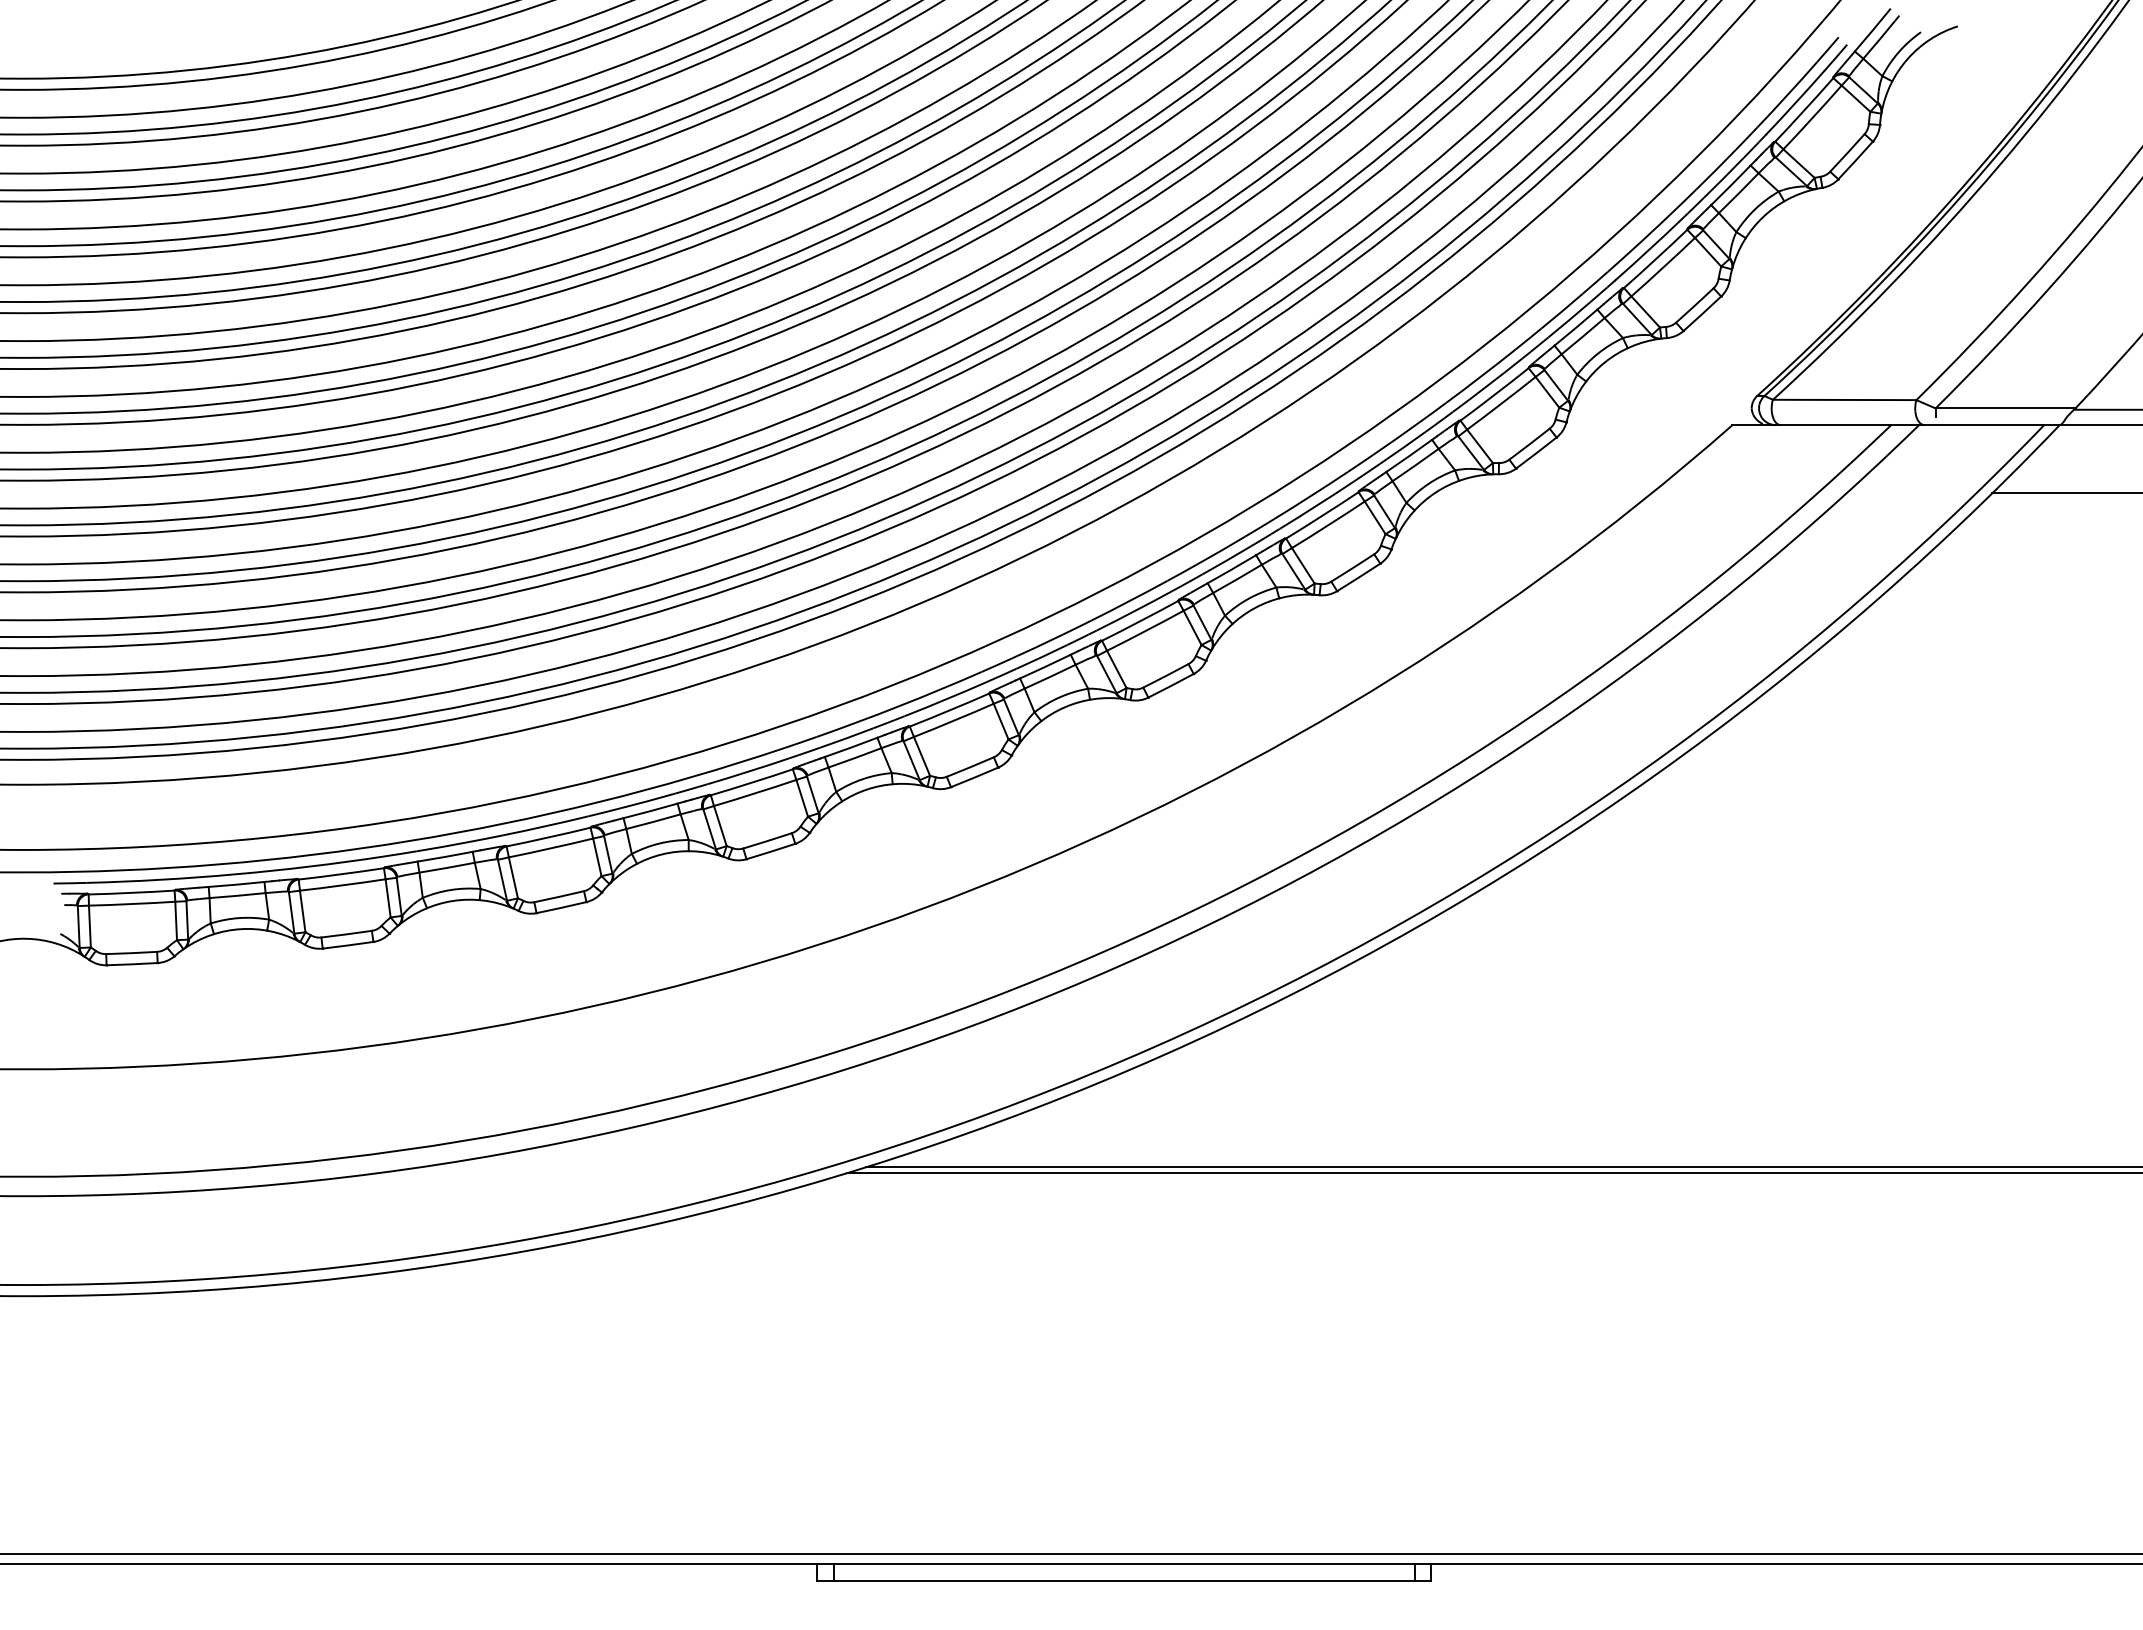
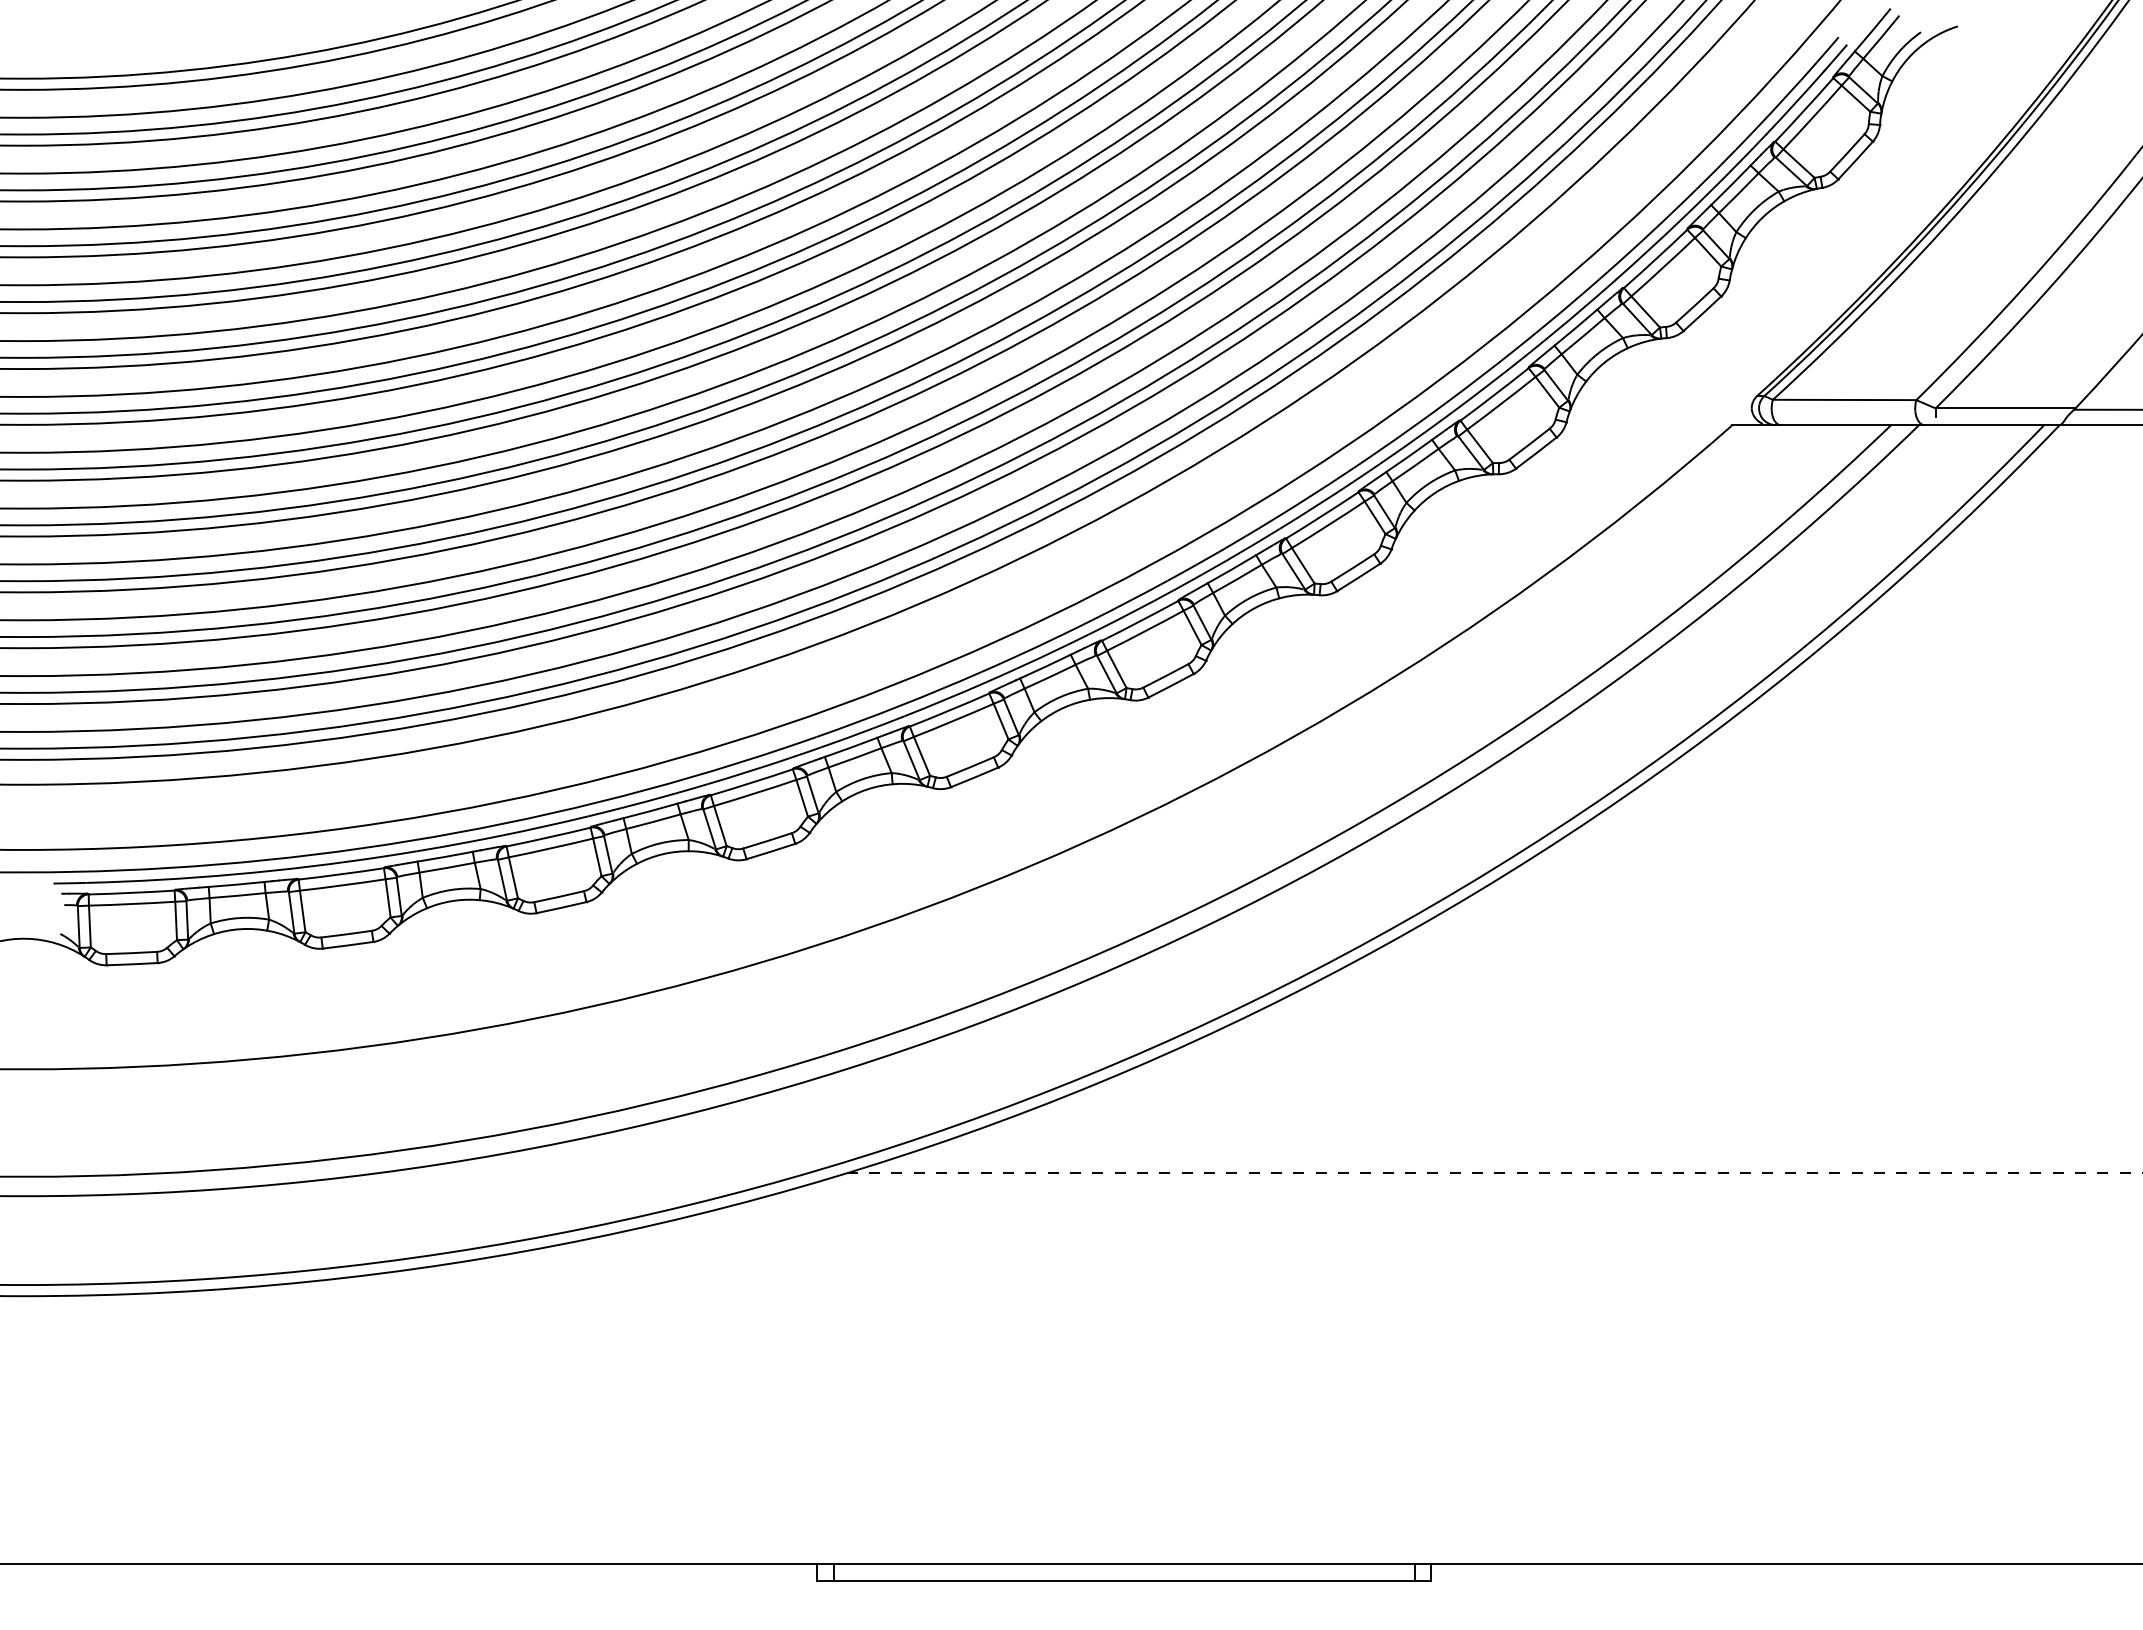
line at (2065, 493): present -> none
line at (1502, 1167): present -> none
line at (1494, 1173): solid -> dashed
line at (1070, 1554): present -> none
